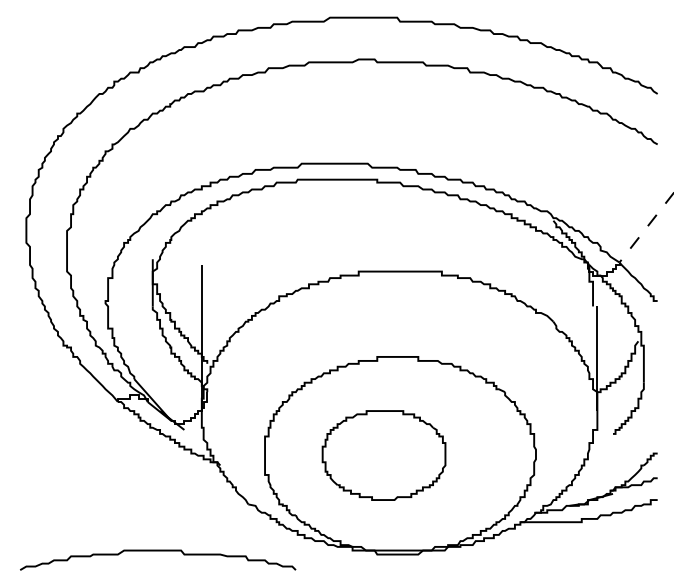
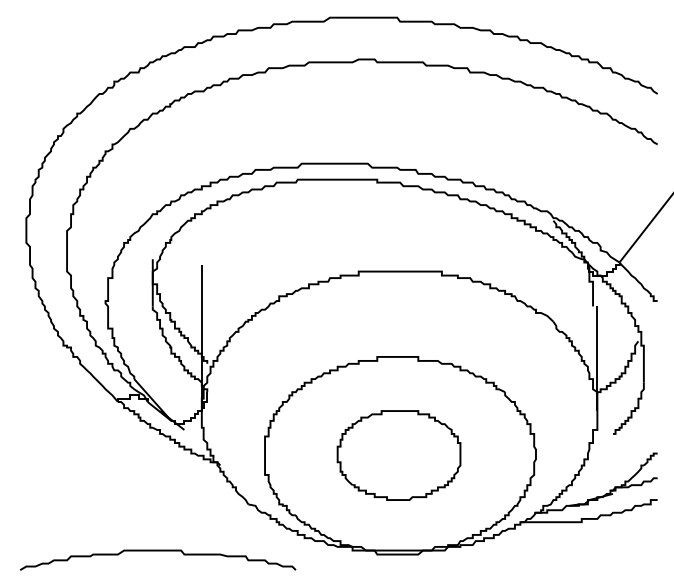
line at (646, 227): dashed -> solid
part at (383, 455) position: (383, 455) -> (398, 455)
